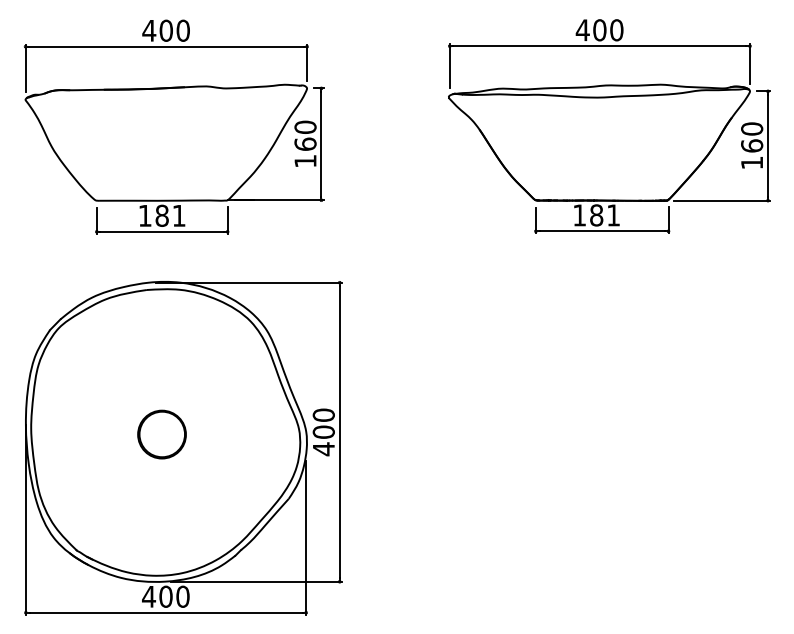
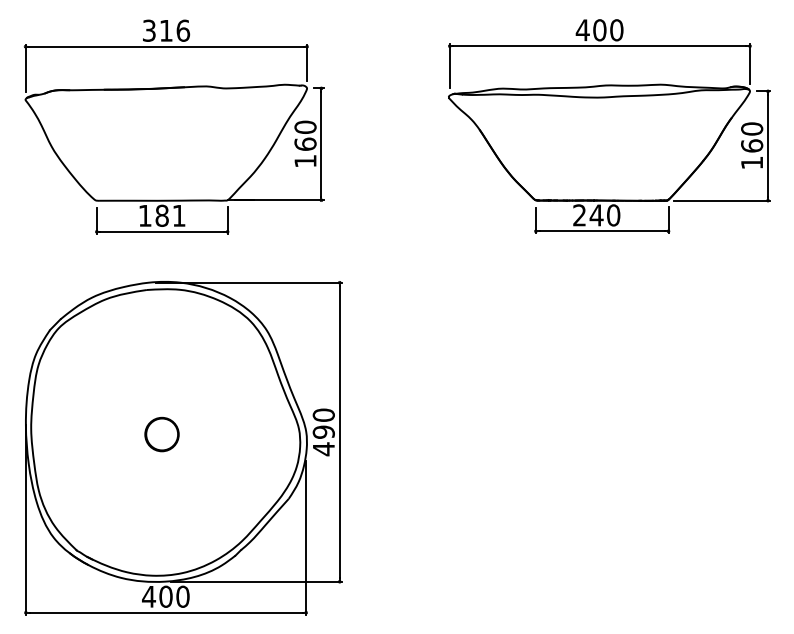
text at (166, 30): 400 -> 316
text at (596, 215): 181 -> 240
text at (323, 431): 400 -> 490
part at (161, 434) size: 50x51 px -> 36x37 px
